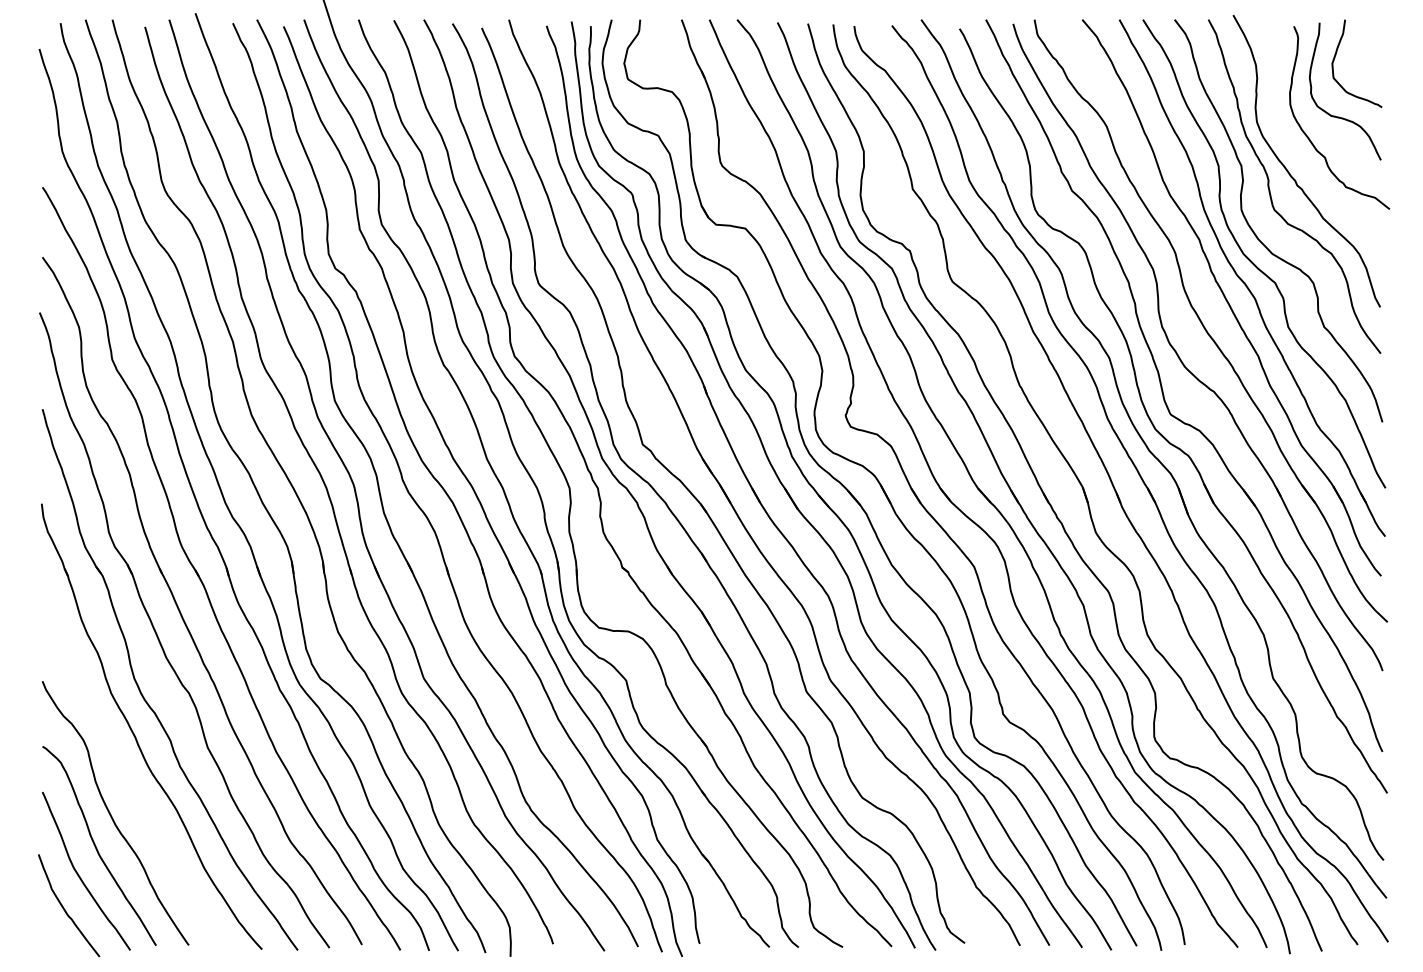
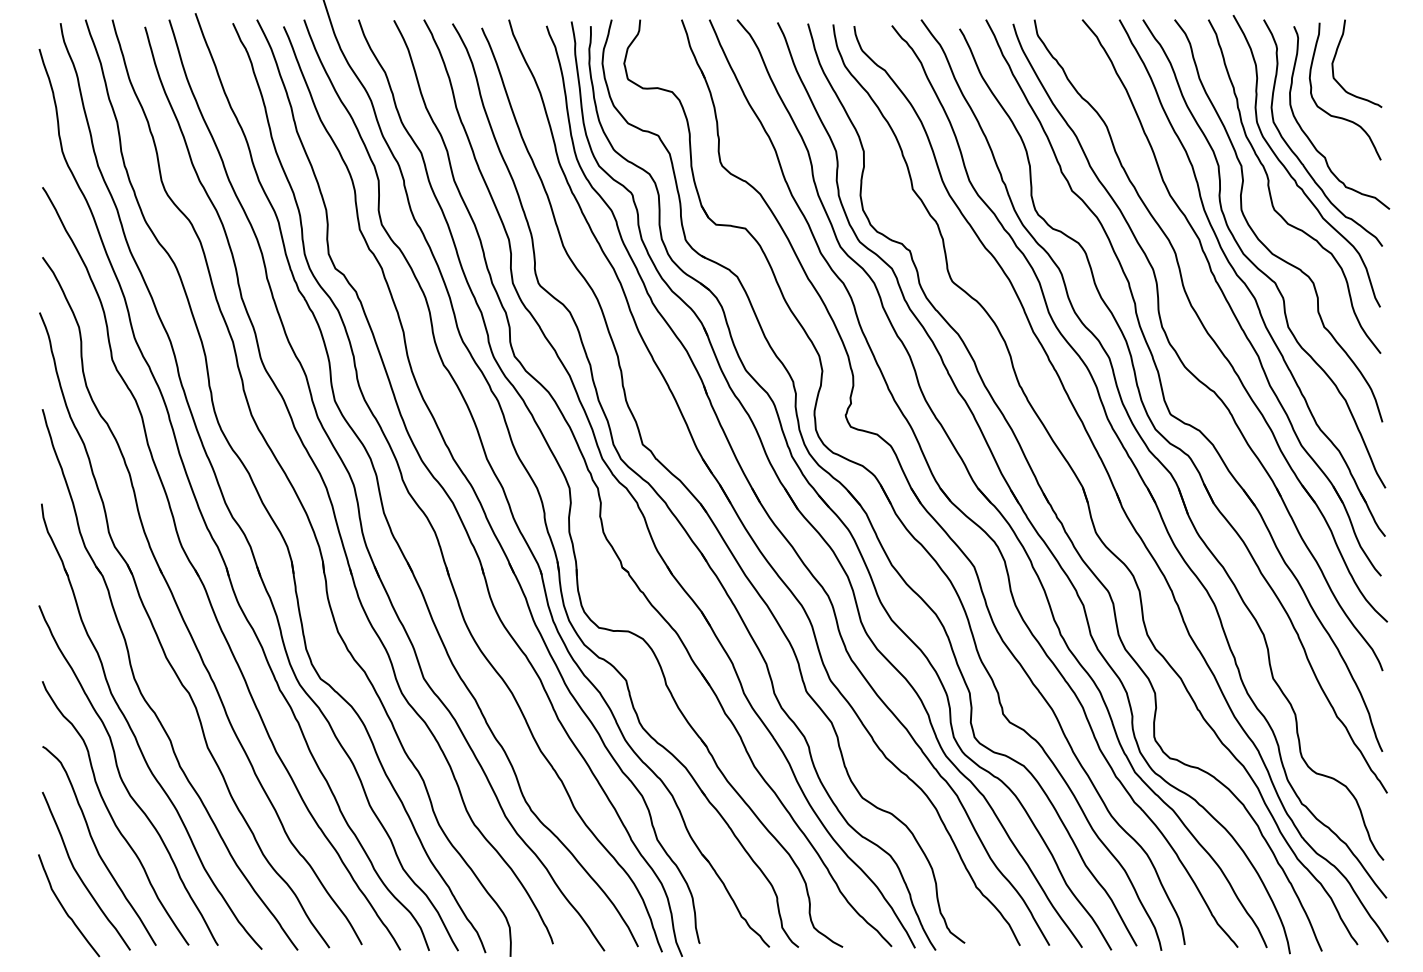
curve at (1297, 155): none -> present
curve at (122, 778): none -> present
